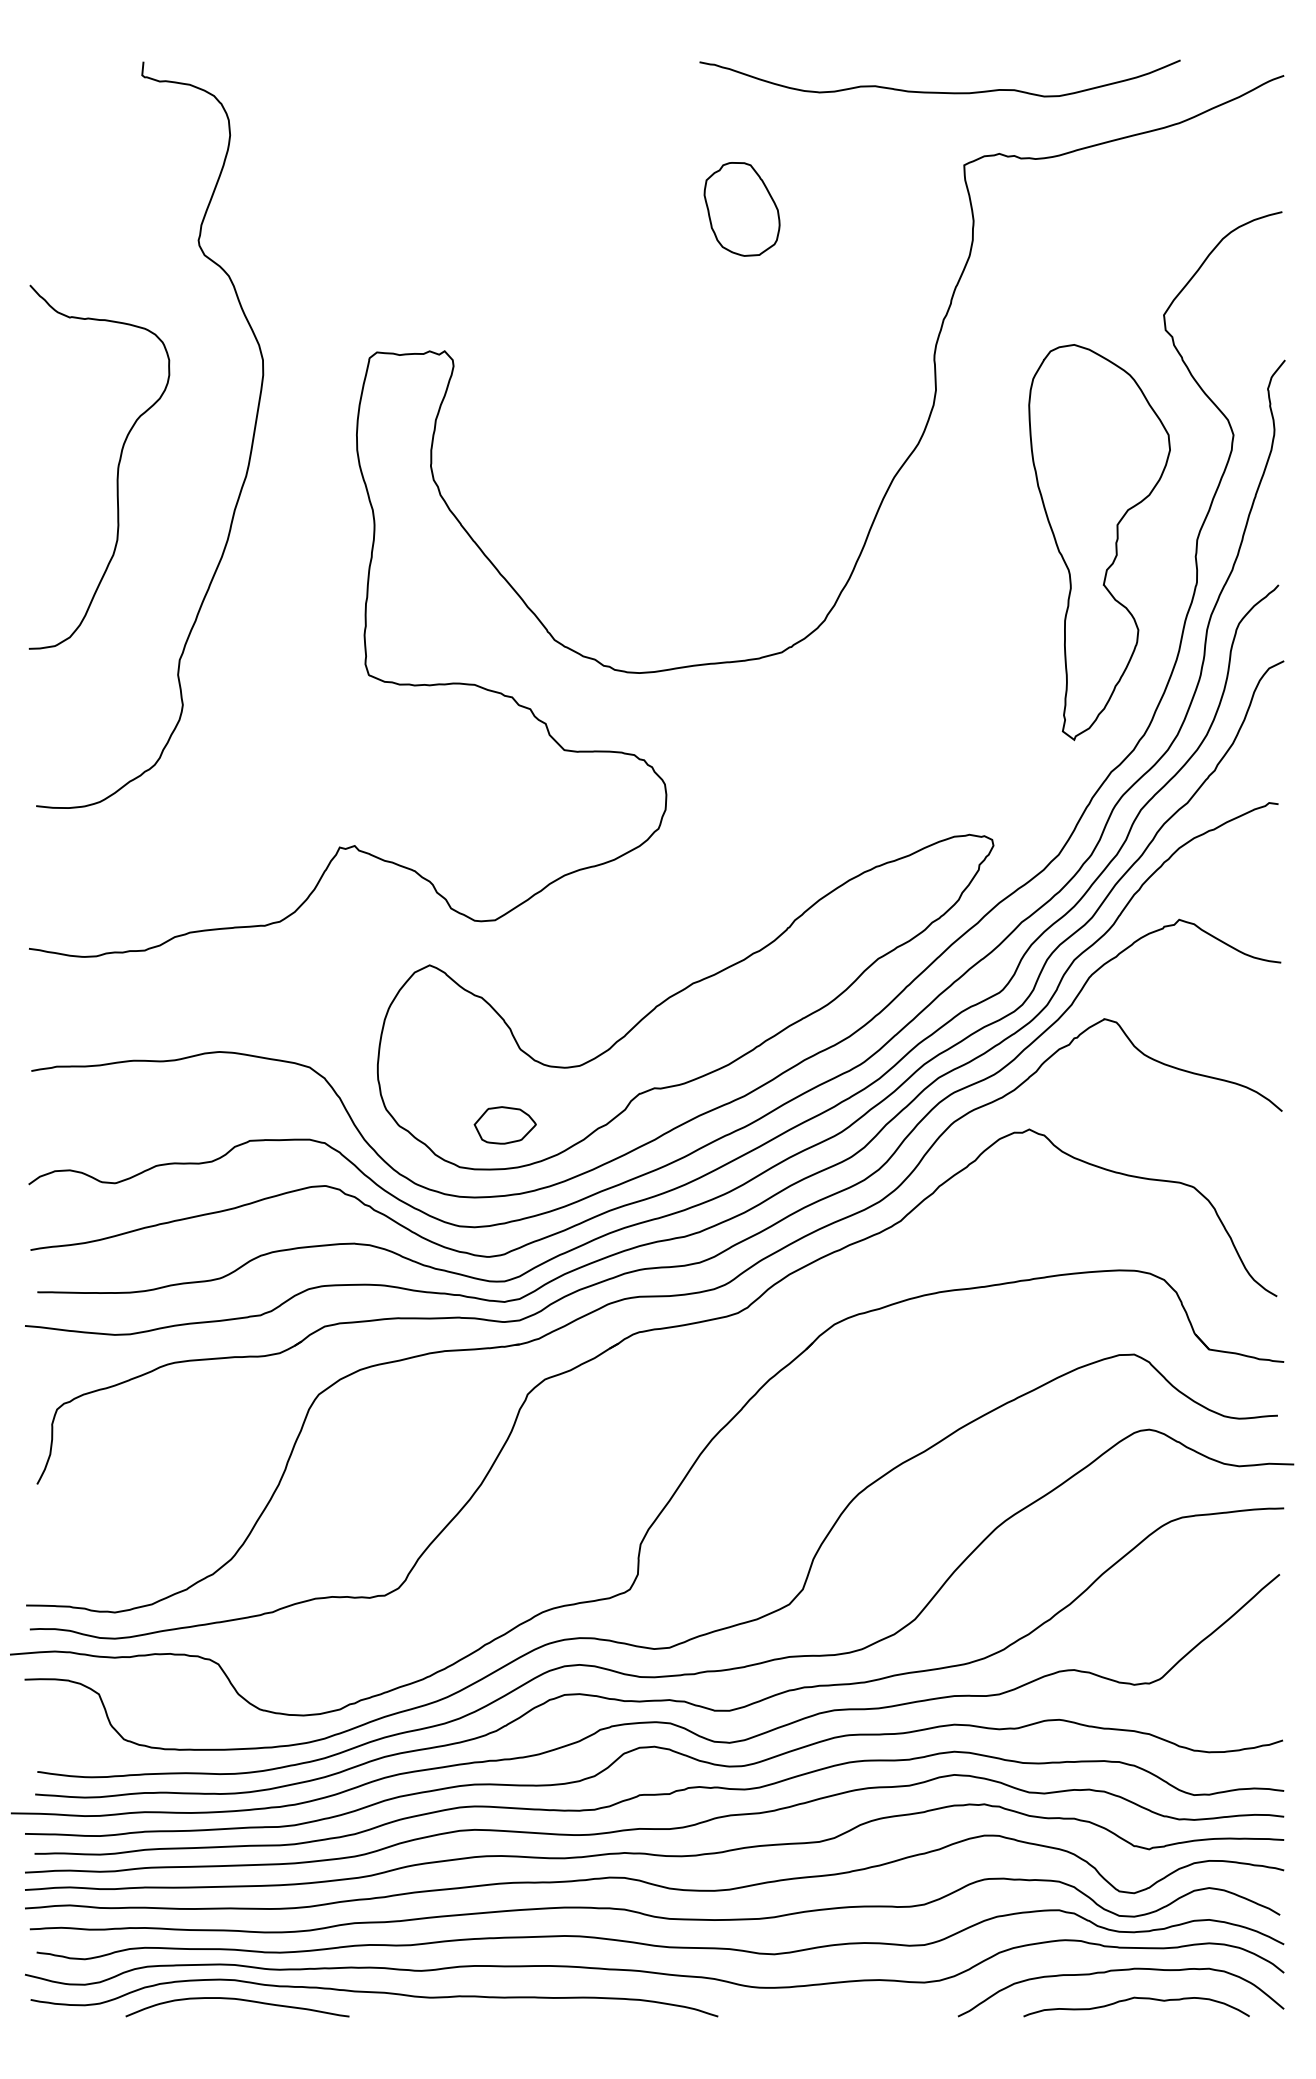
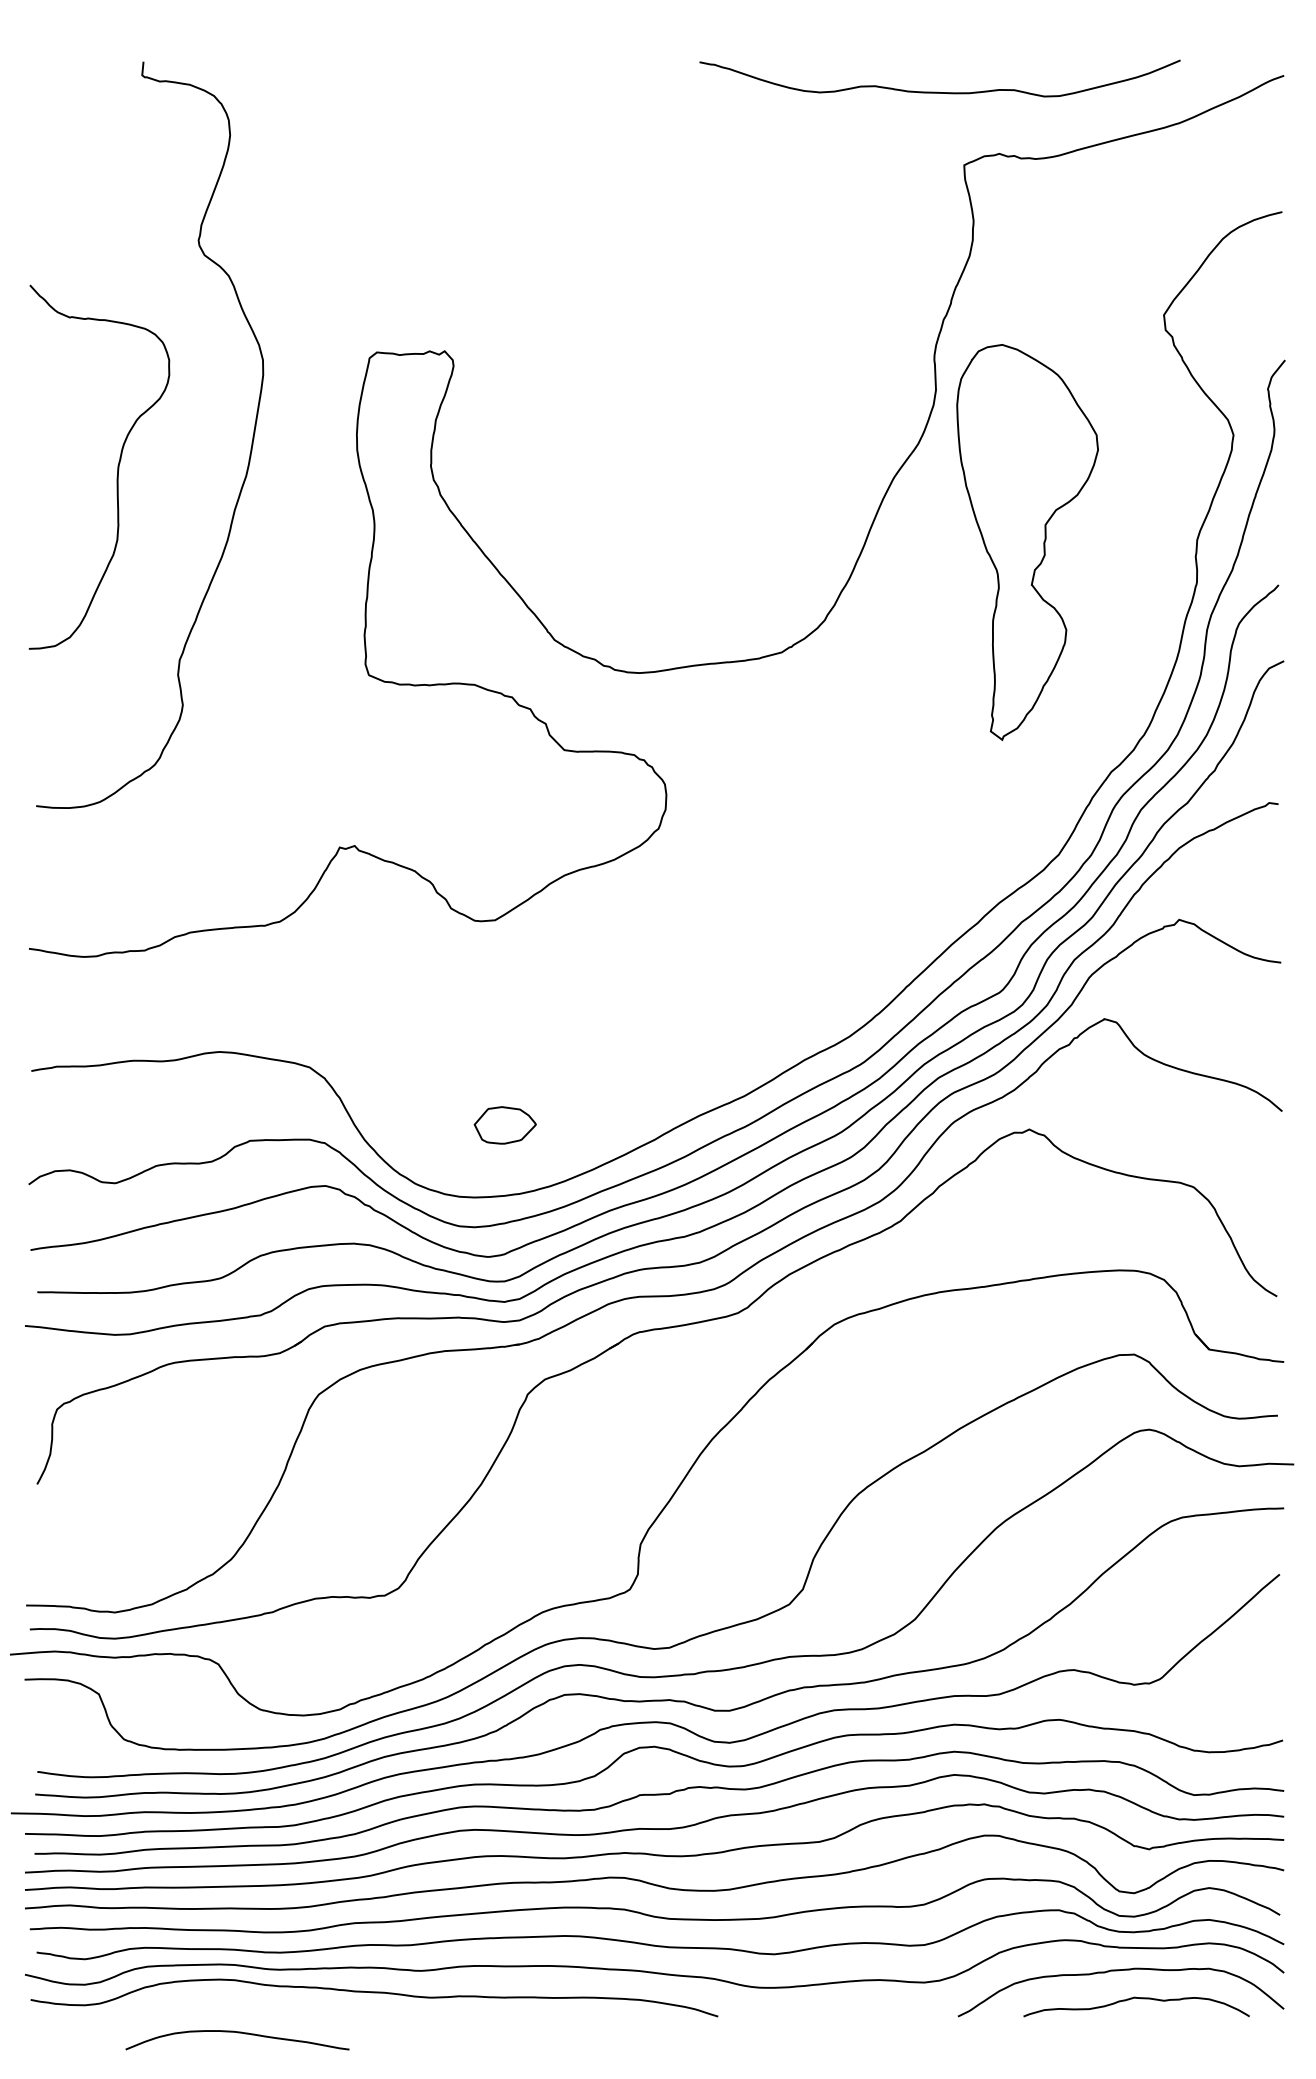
part at (741, 209): present -> none
part at (1099, 542) position: (1099, 542) -> (1027, 542)
part at (685, 1001): present -> none
curve at (237, 2000) position: (237, 2000) -> (237, 2033)
